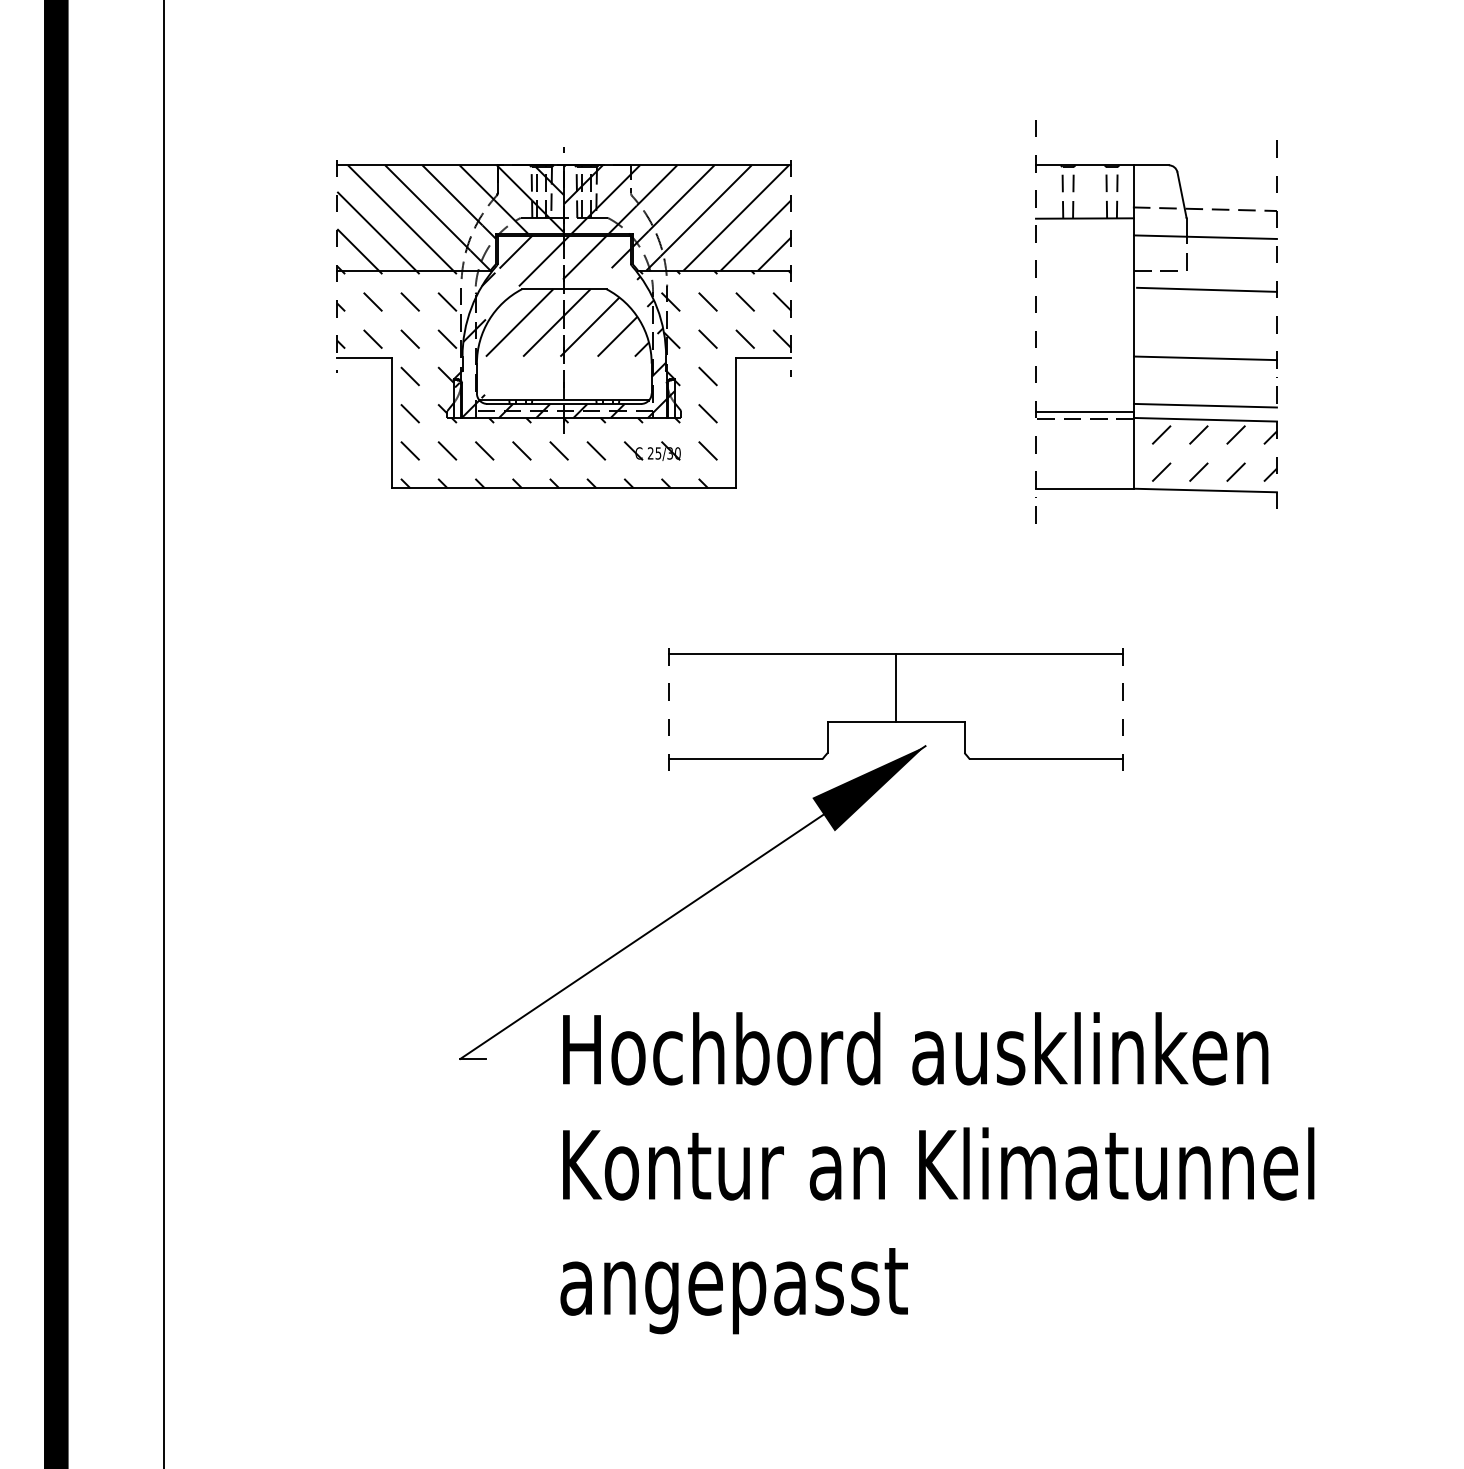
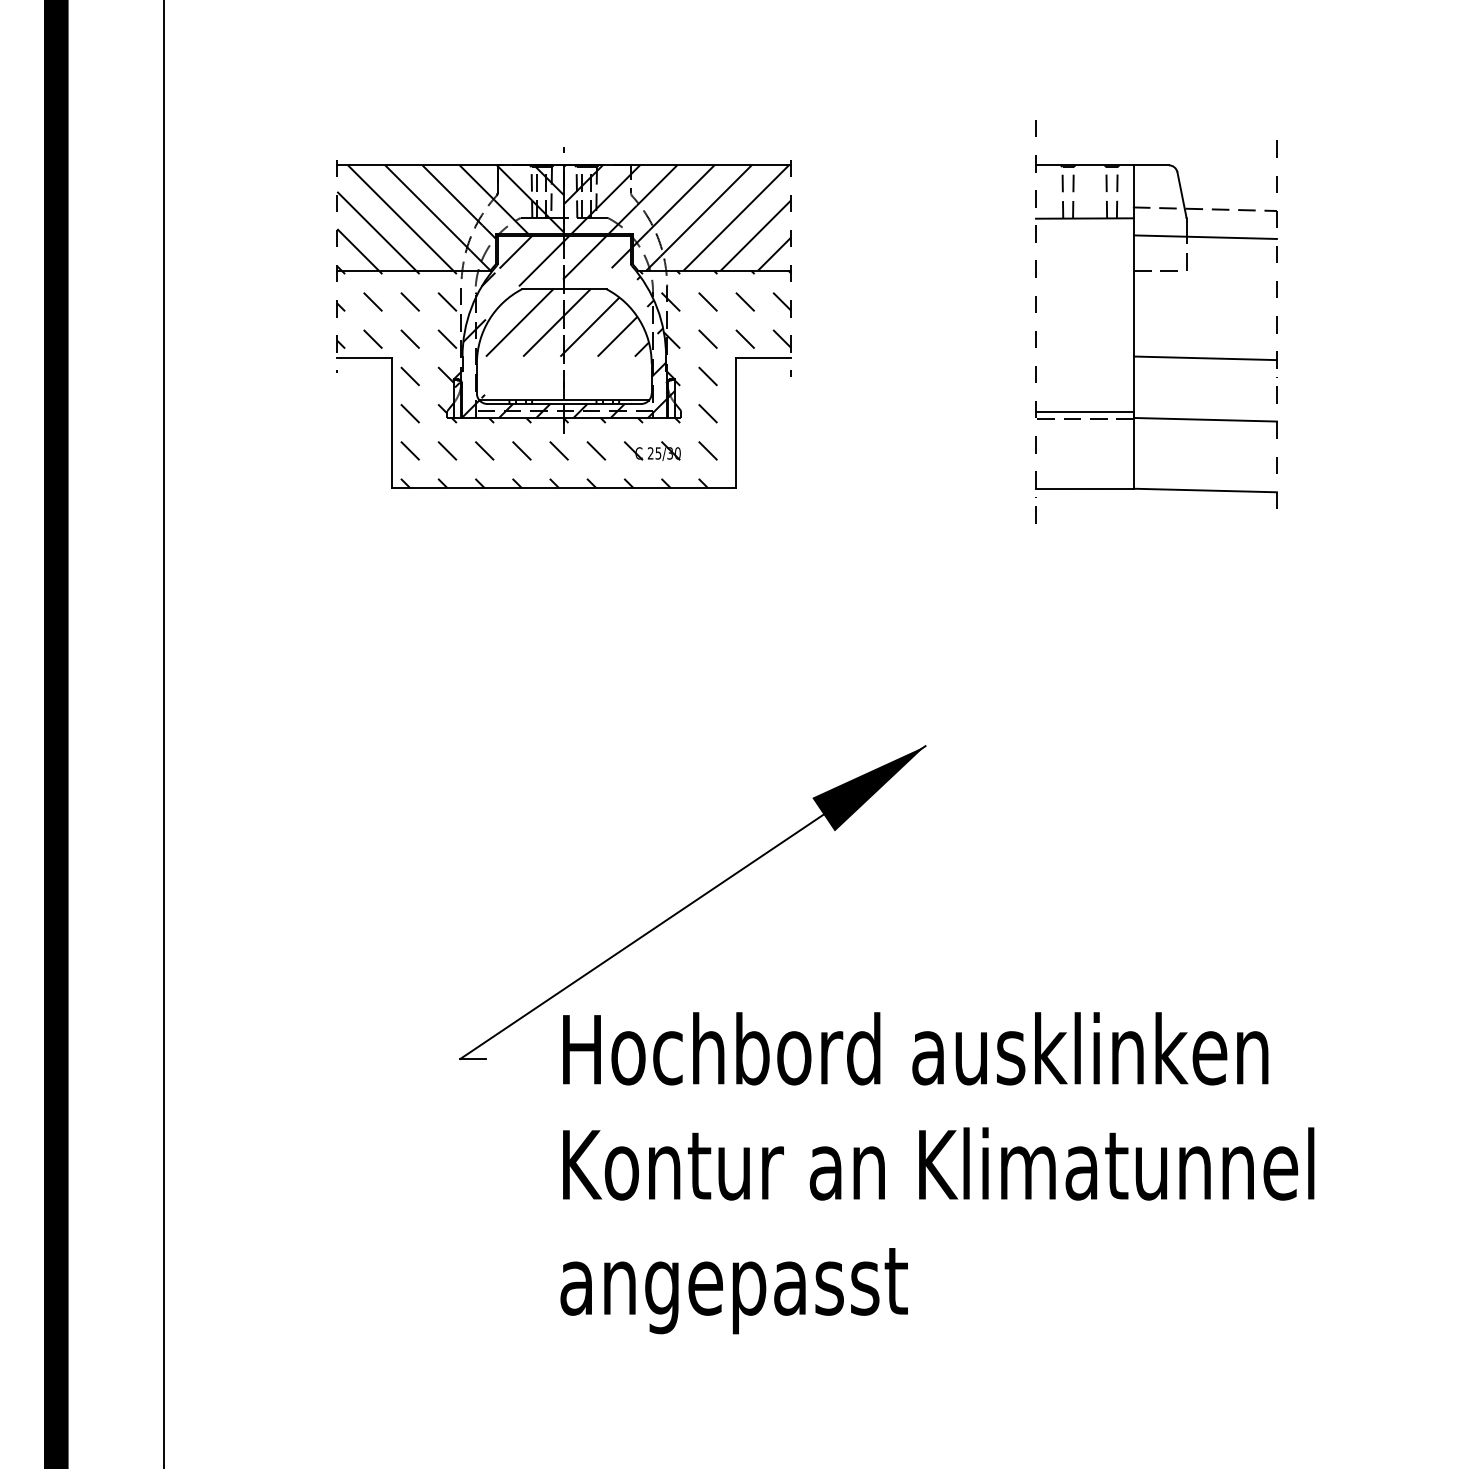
line at (1206, 289): present -> none
line at (1204, 405): present -> none
hatch at (1214, 453): present -> none
part at (895, 709): present -> none
